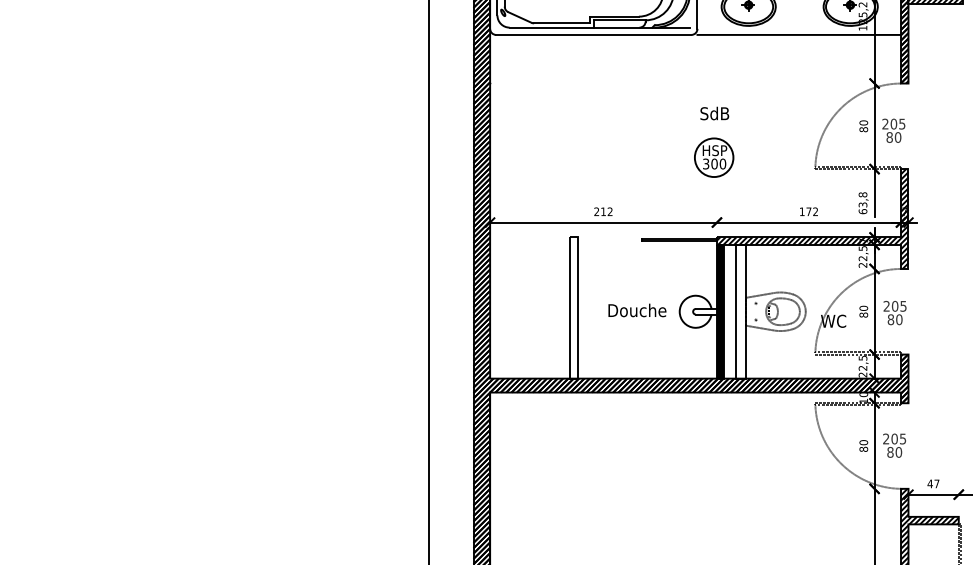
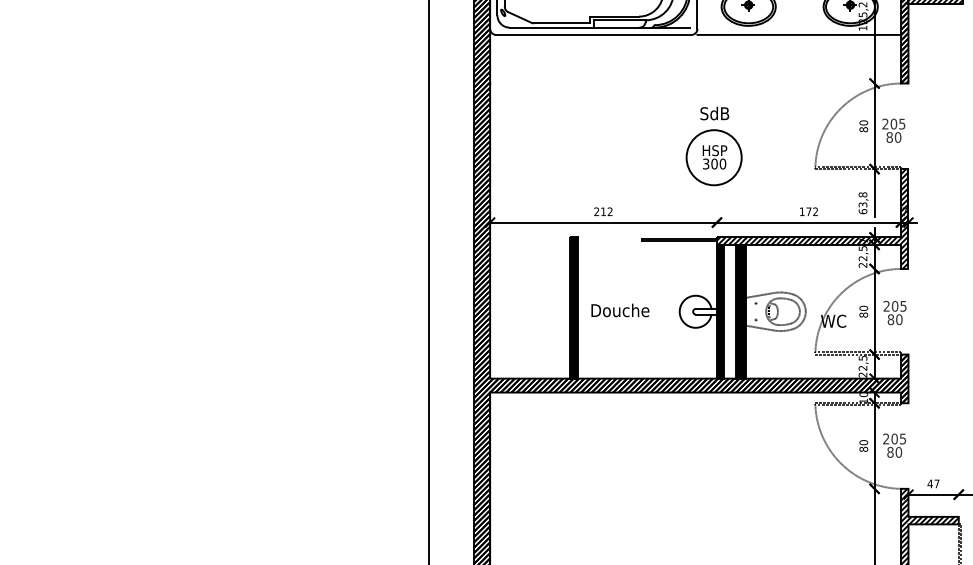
circle at (713, 157) diameter: 39 px -> 55 px
fill at (573, 307): none -> present
text at (637, 310) position: (637, 310) -> (620, 310)
fill at (740, 311): none -> present
